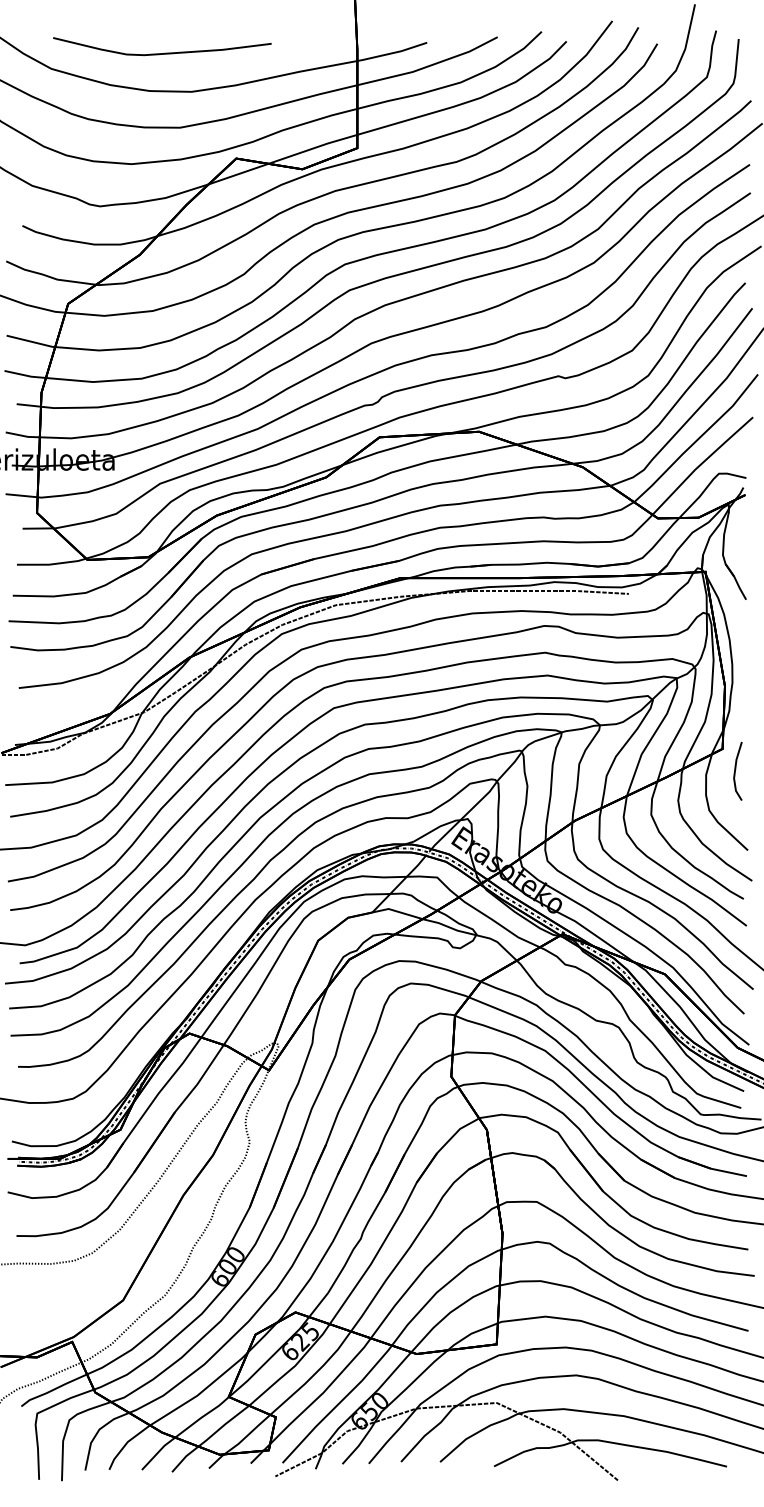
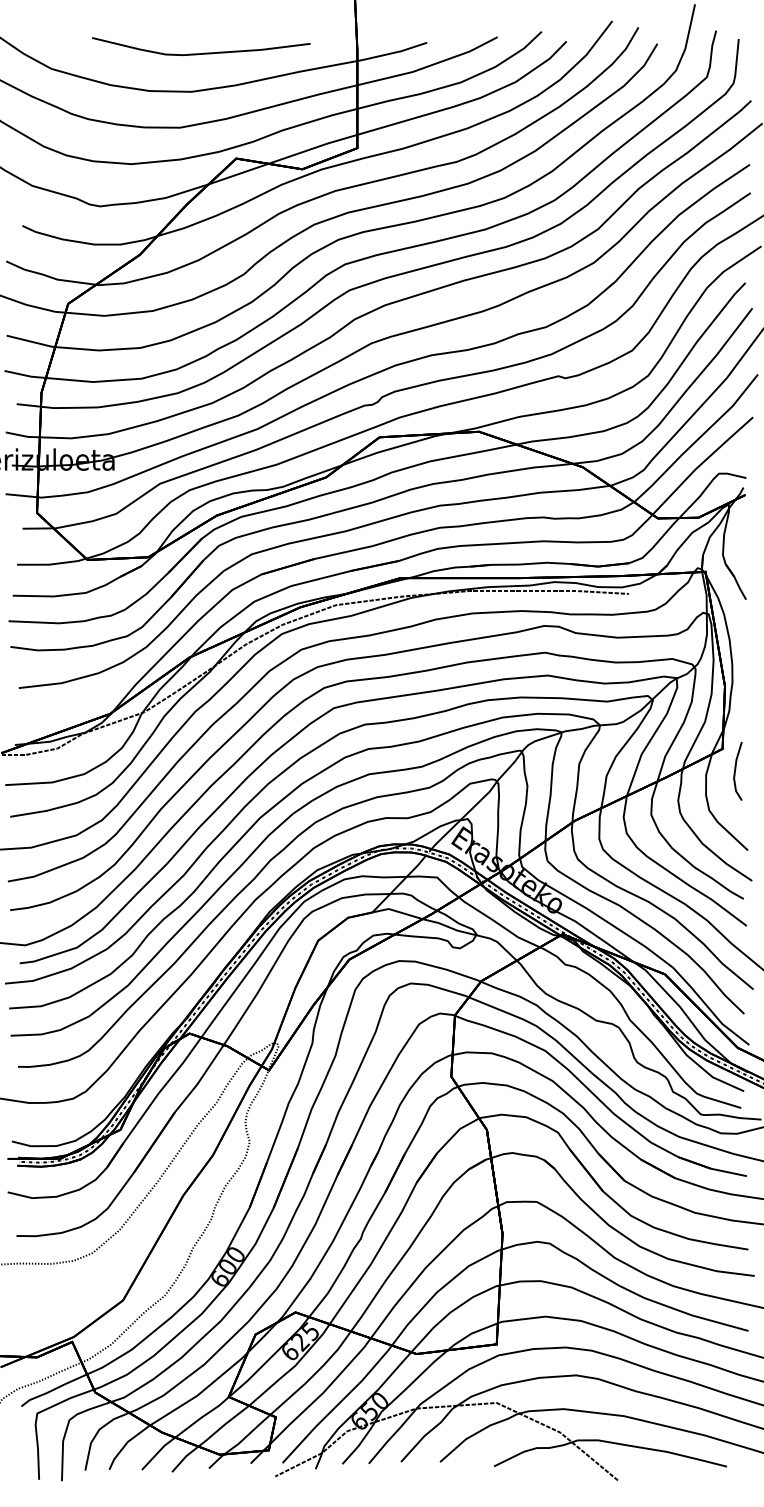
curve at (164, 52) position: (164, 52) -> (203, 52)
